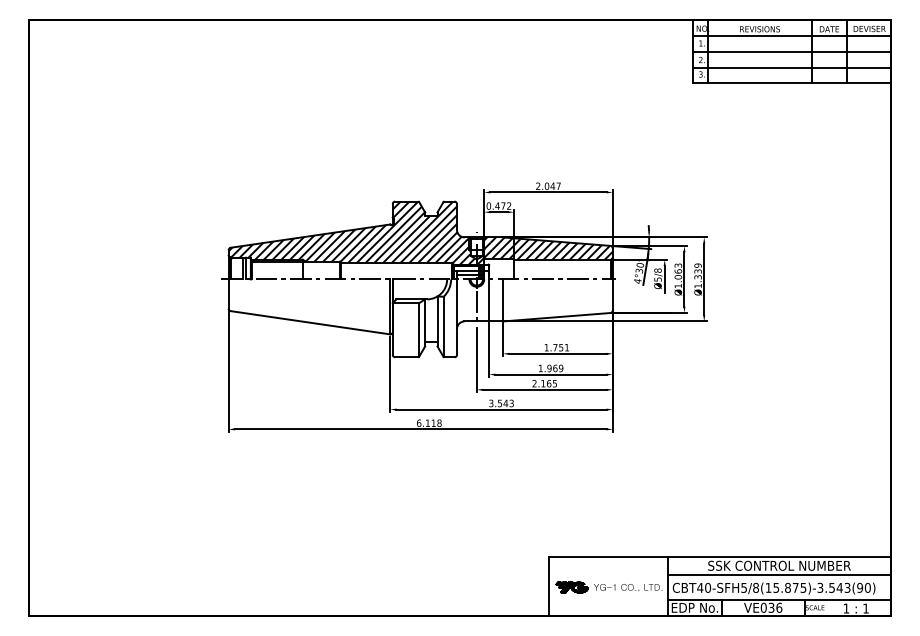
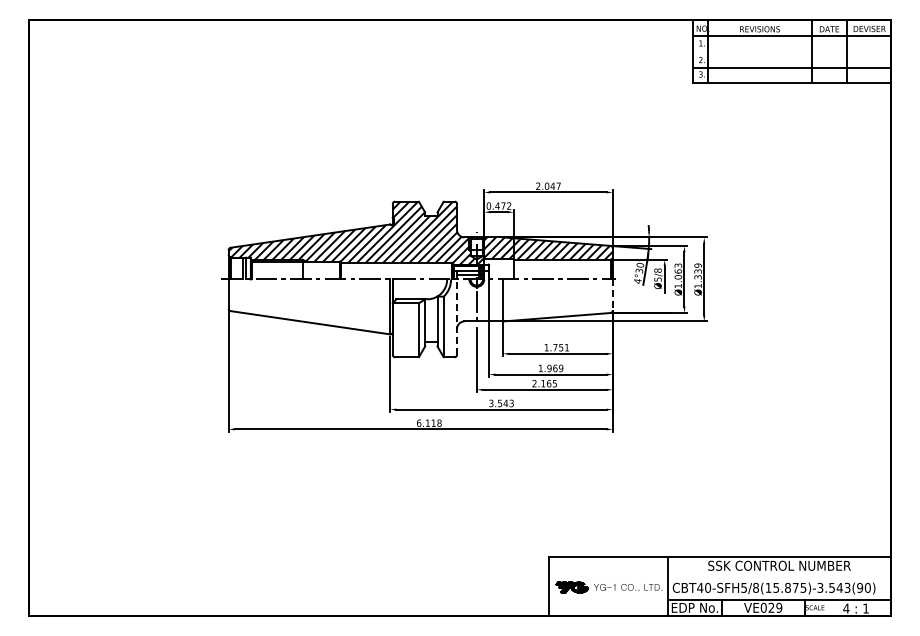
line at (792, 51): present -> none
line at (612, 295): solid -> dashed
line at (457, 317): solid -> dashed
line at (779, 575): present -> none
text at (775, 607): VE036 -> VE029
text at (846, 608): 1 -> 4
